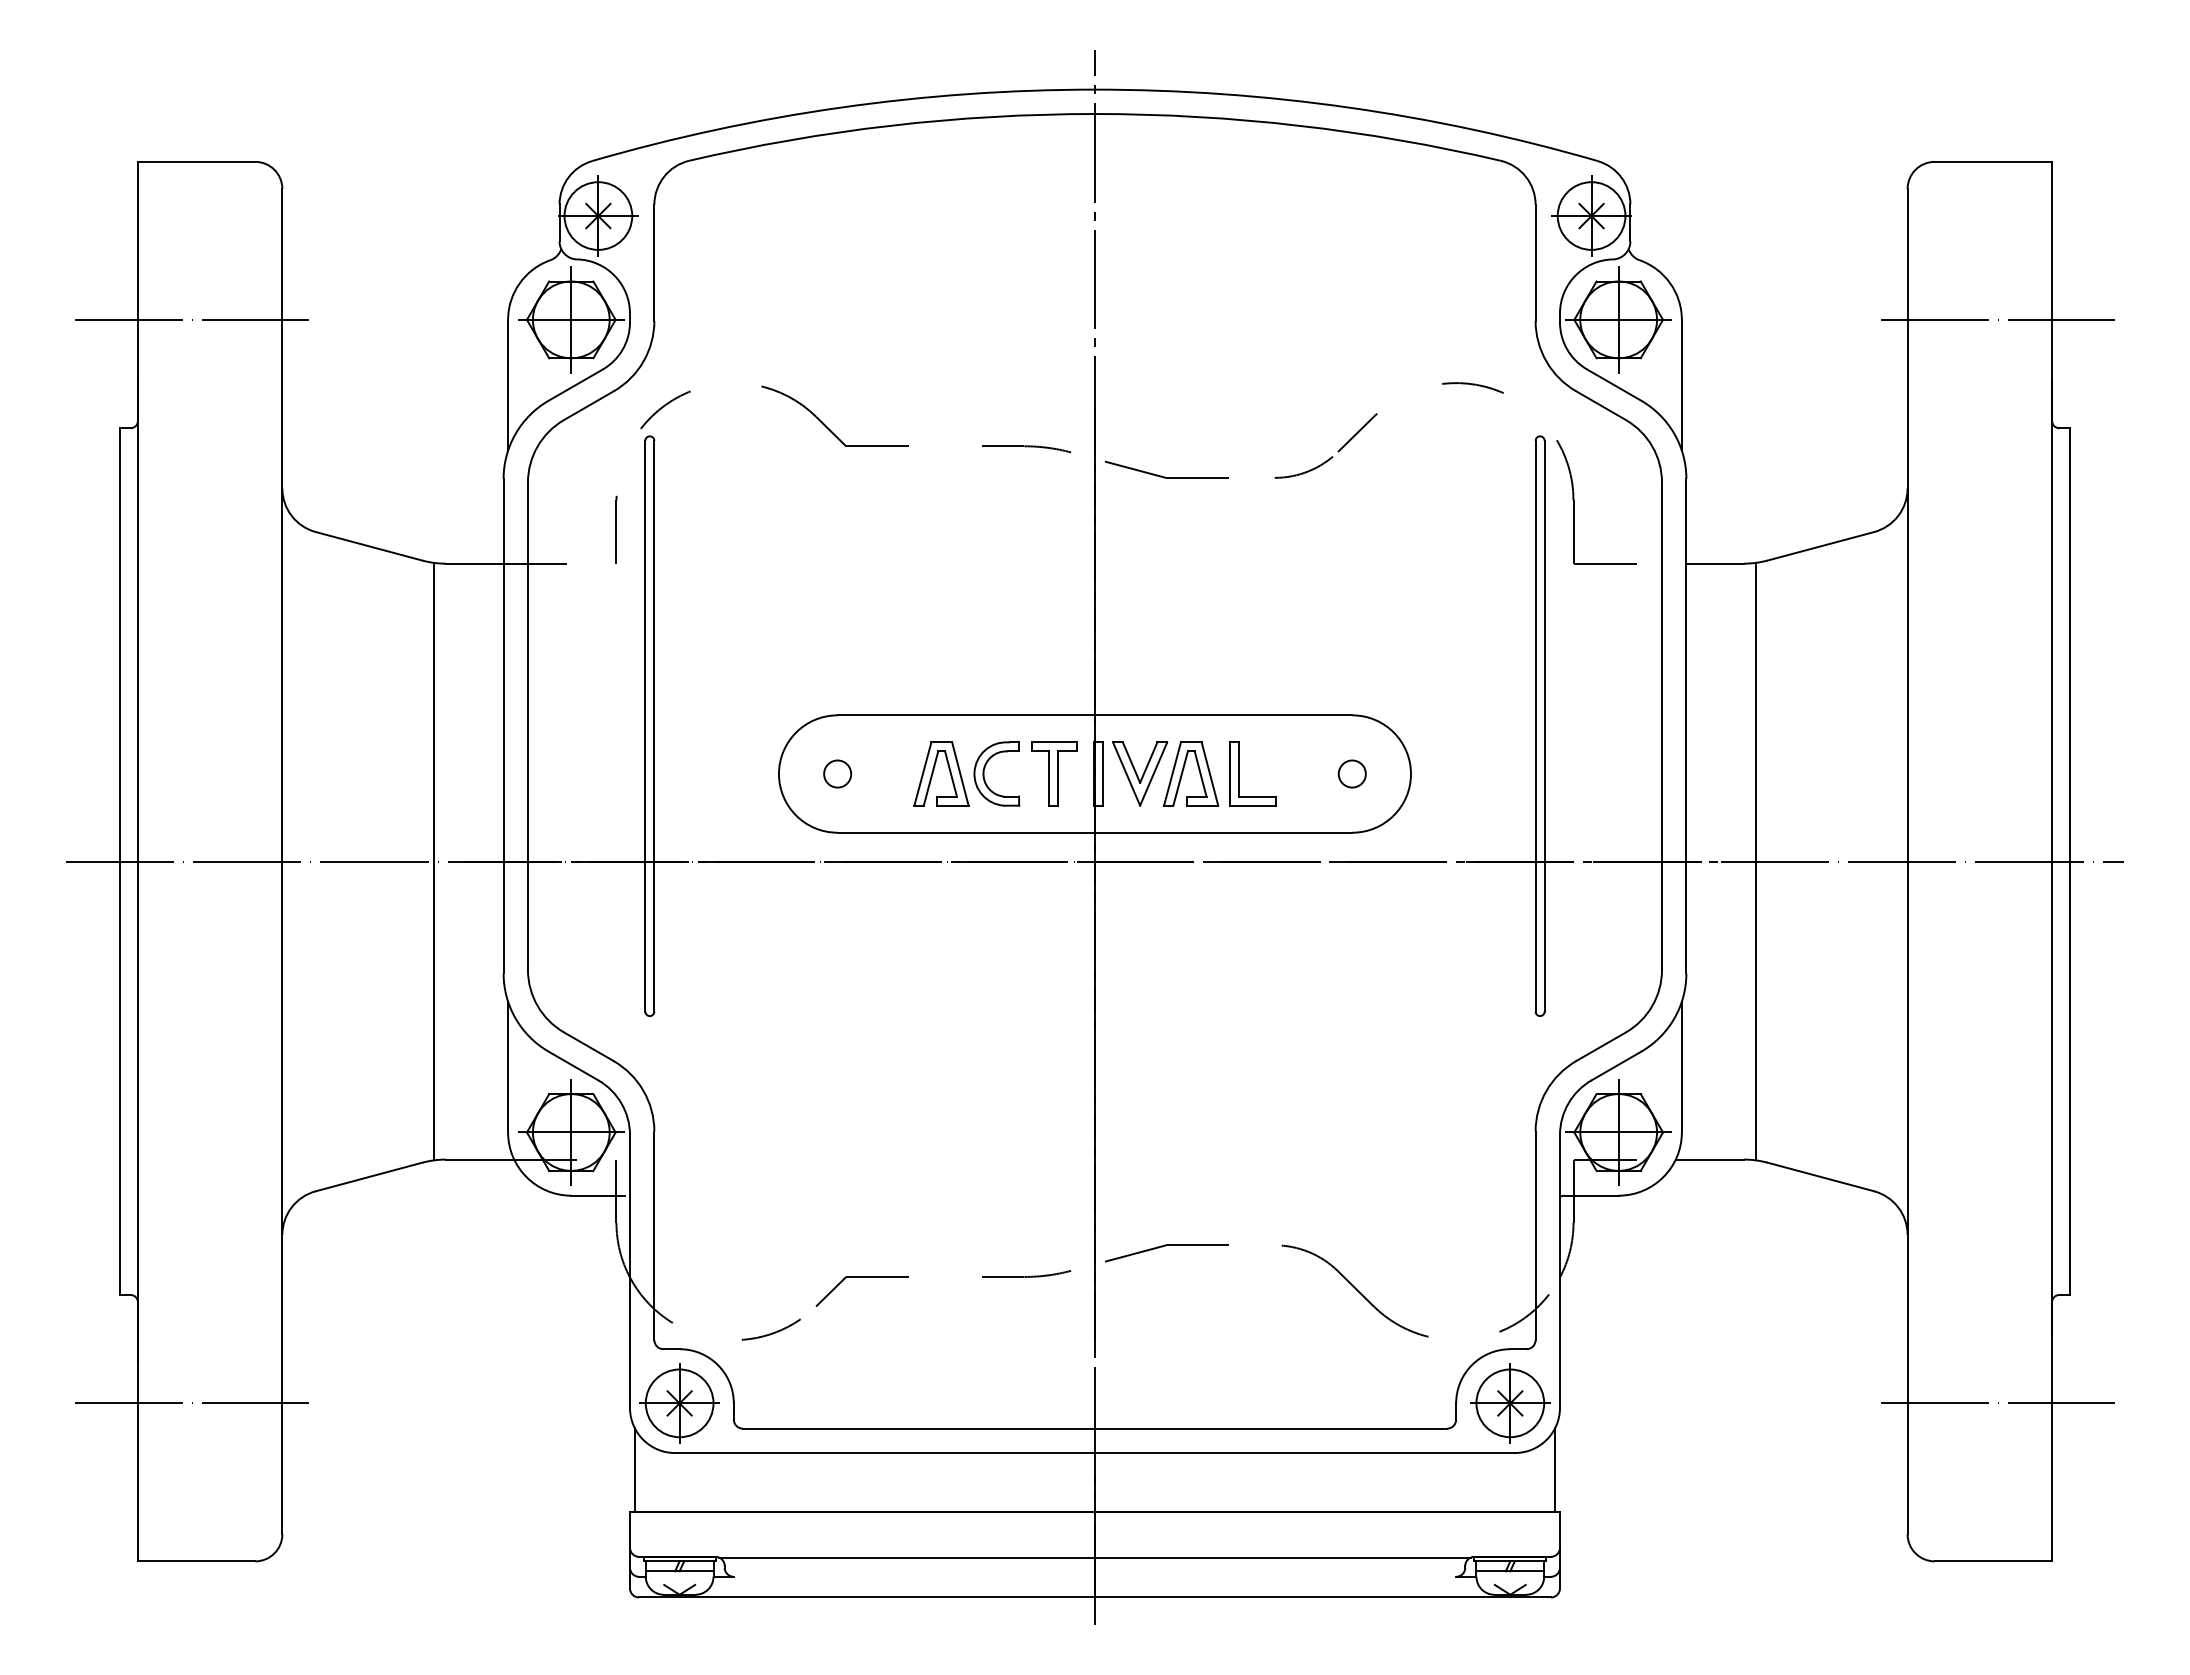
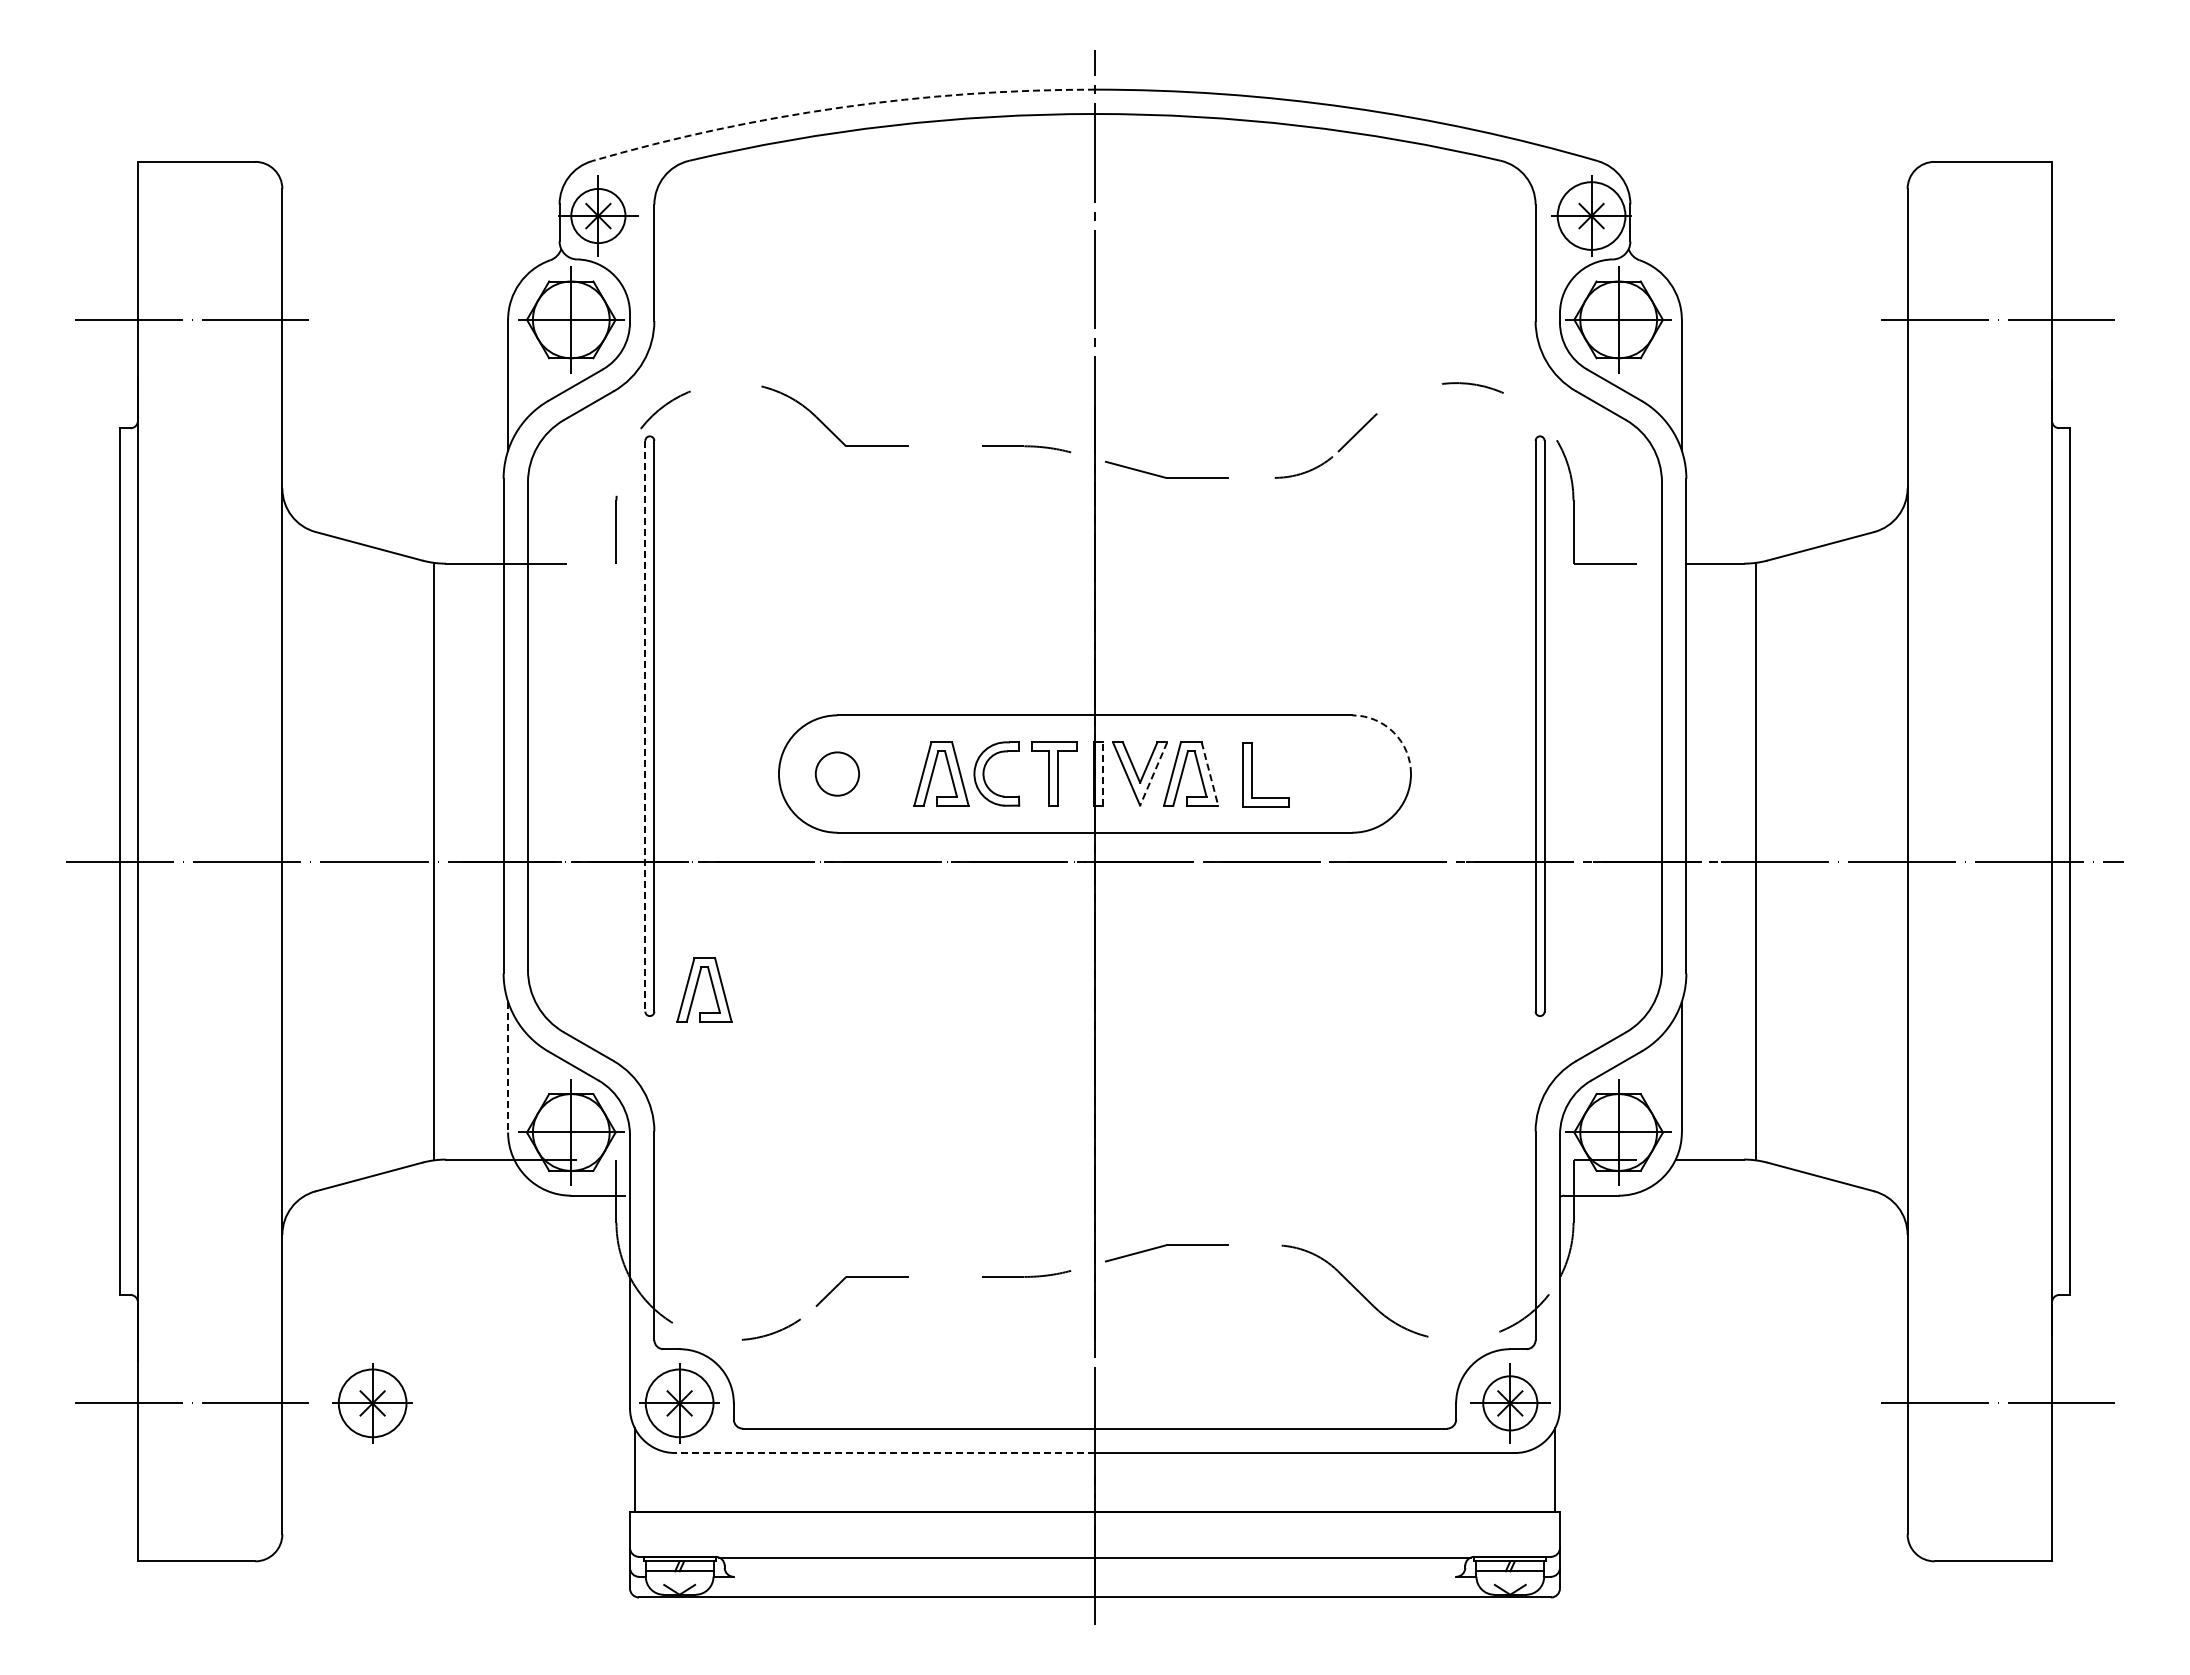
arc at (841, 107): solid -> dashed
circle at (598, 215) diameter: 68 px -> 54 px
line at (645, 726): solid -> dashed
arc at (1393, 732): solid -> dashed
part at (837, 773) size: 30x30 px -> 46x46 px
part at (1239, 773) position: (1239, 773) -> (1252, 774)
part at (1351, 773): present -> none
line at (1103, 774): solid -> dashed
line at (1153, 774): solid -> dashed
line at (1209, 774): solid -> dashed
part at (697, 986): none -> present
line at (508, 1067): solid -> dashed
part at (372, 1403): none -> present
circle at (1510, 1403) diameter: 68 px -> 54 px
line at (885, 1453): solid -> dashed
